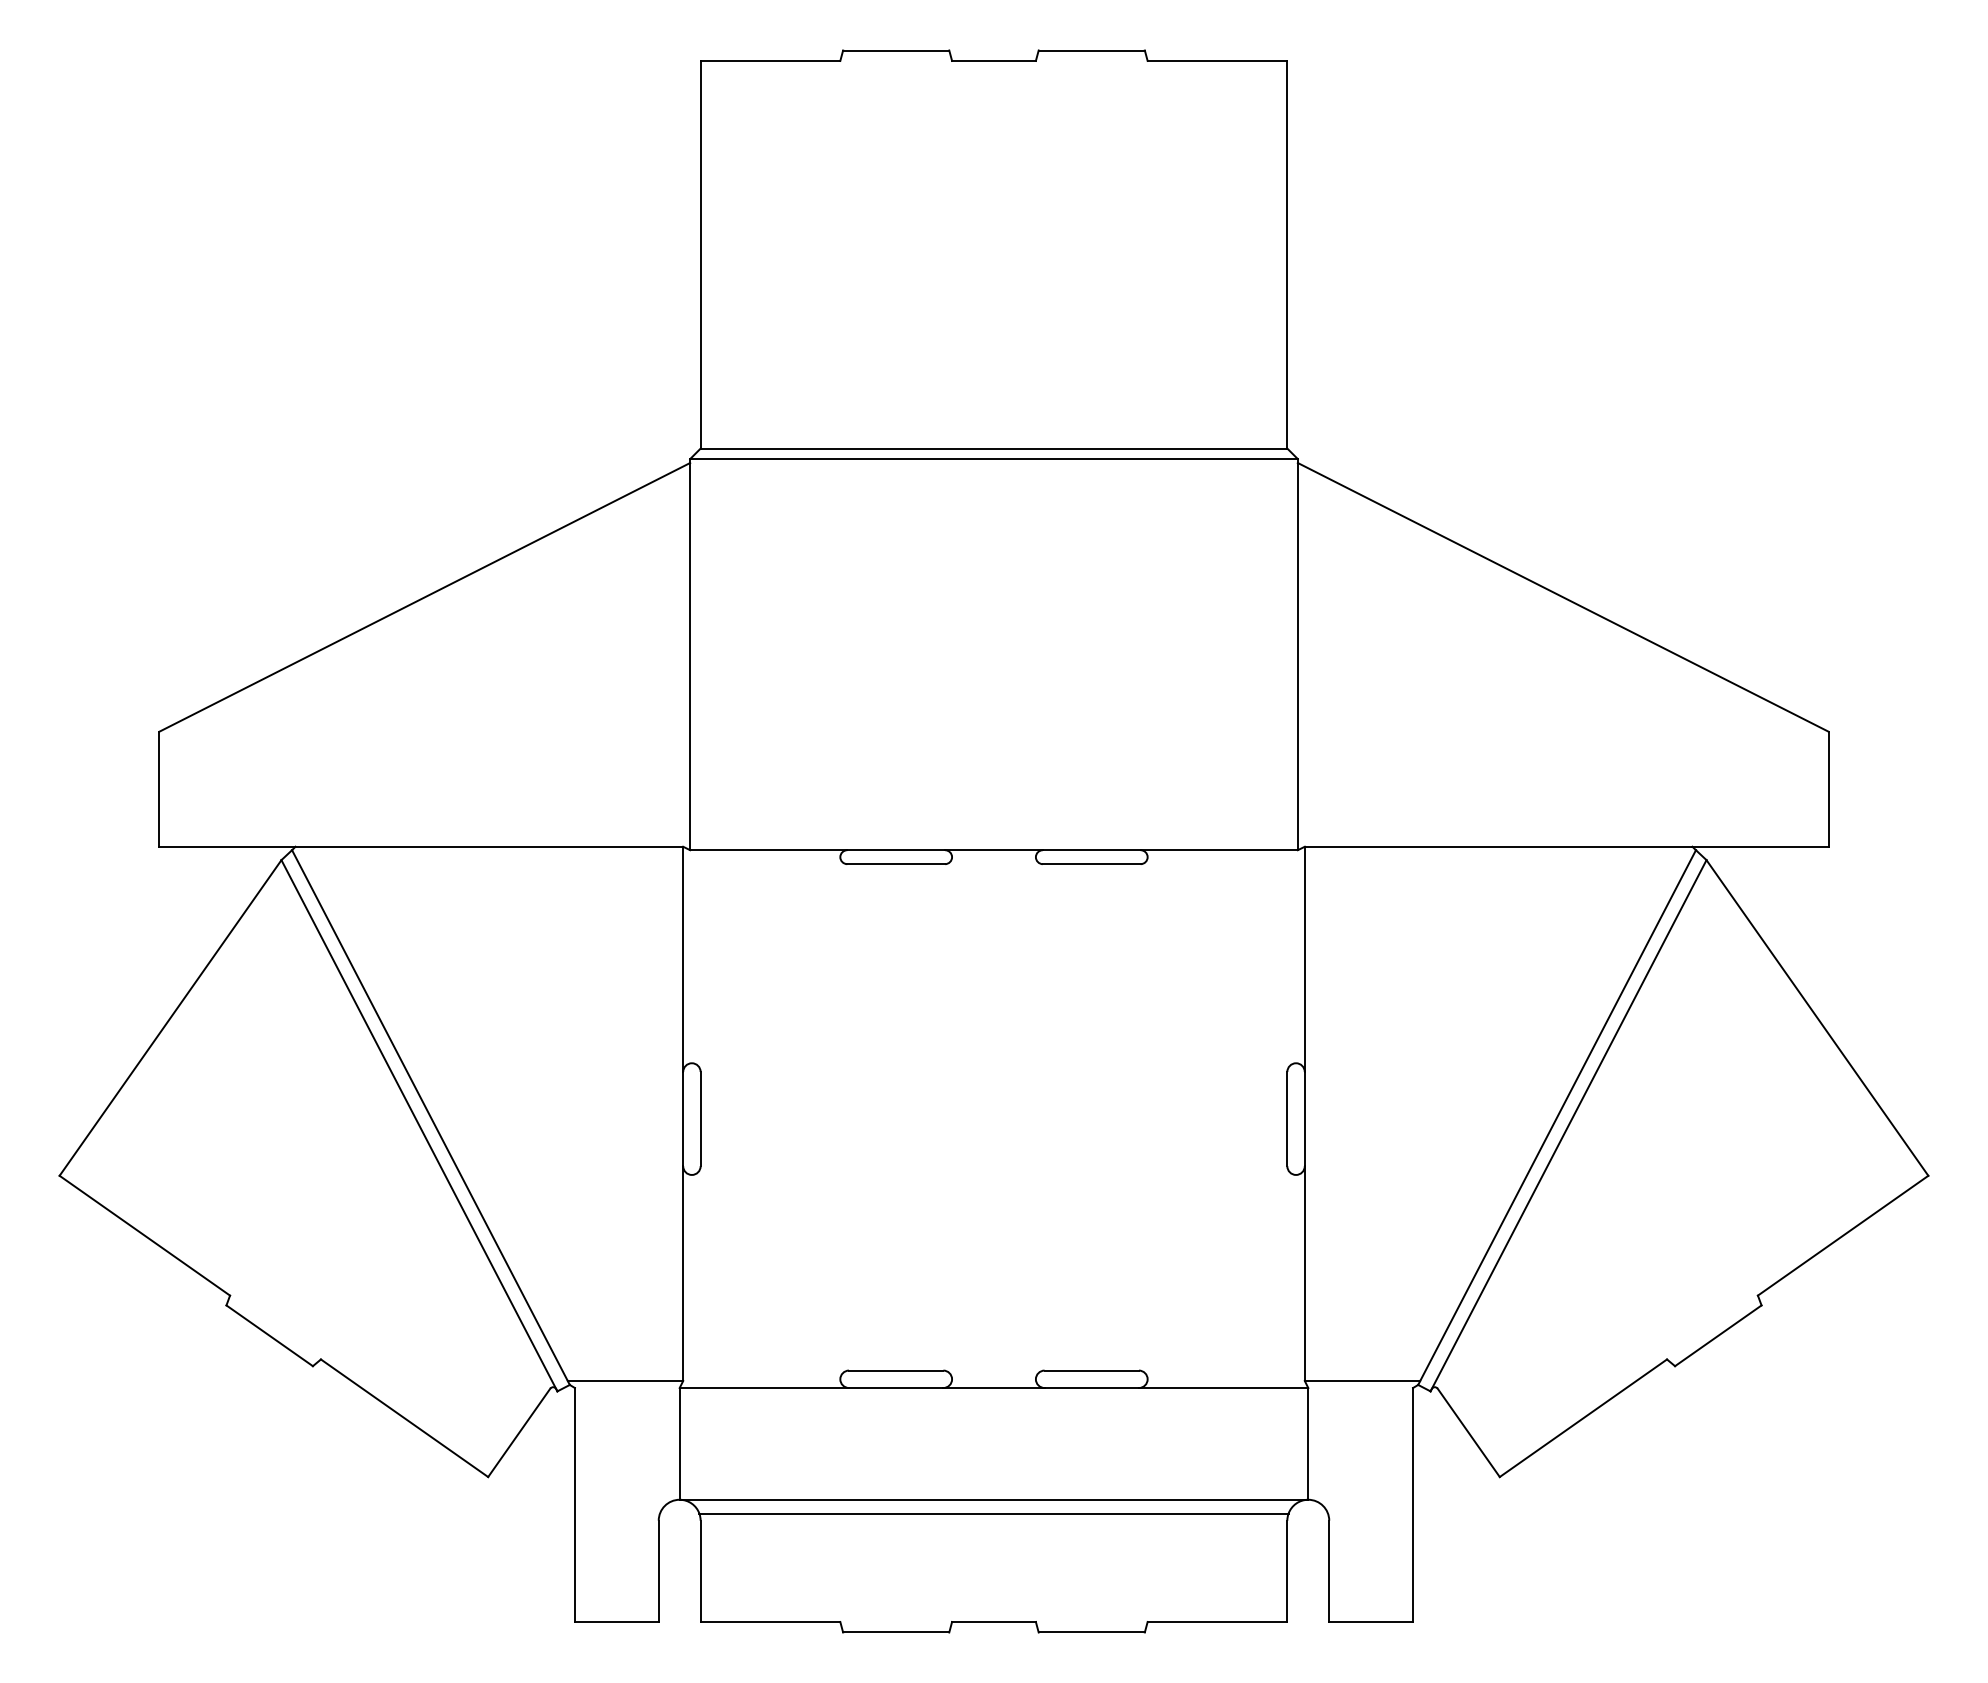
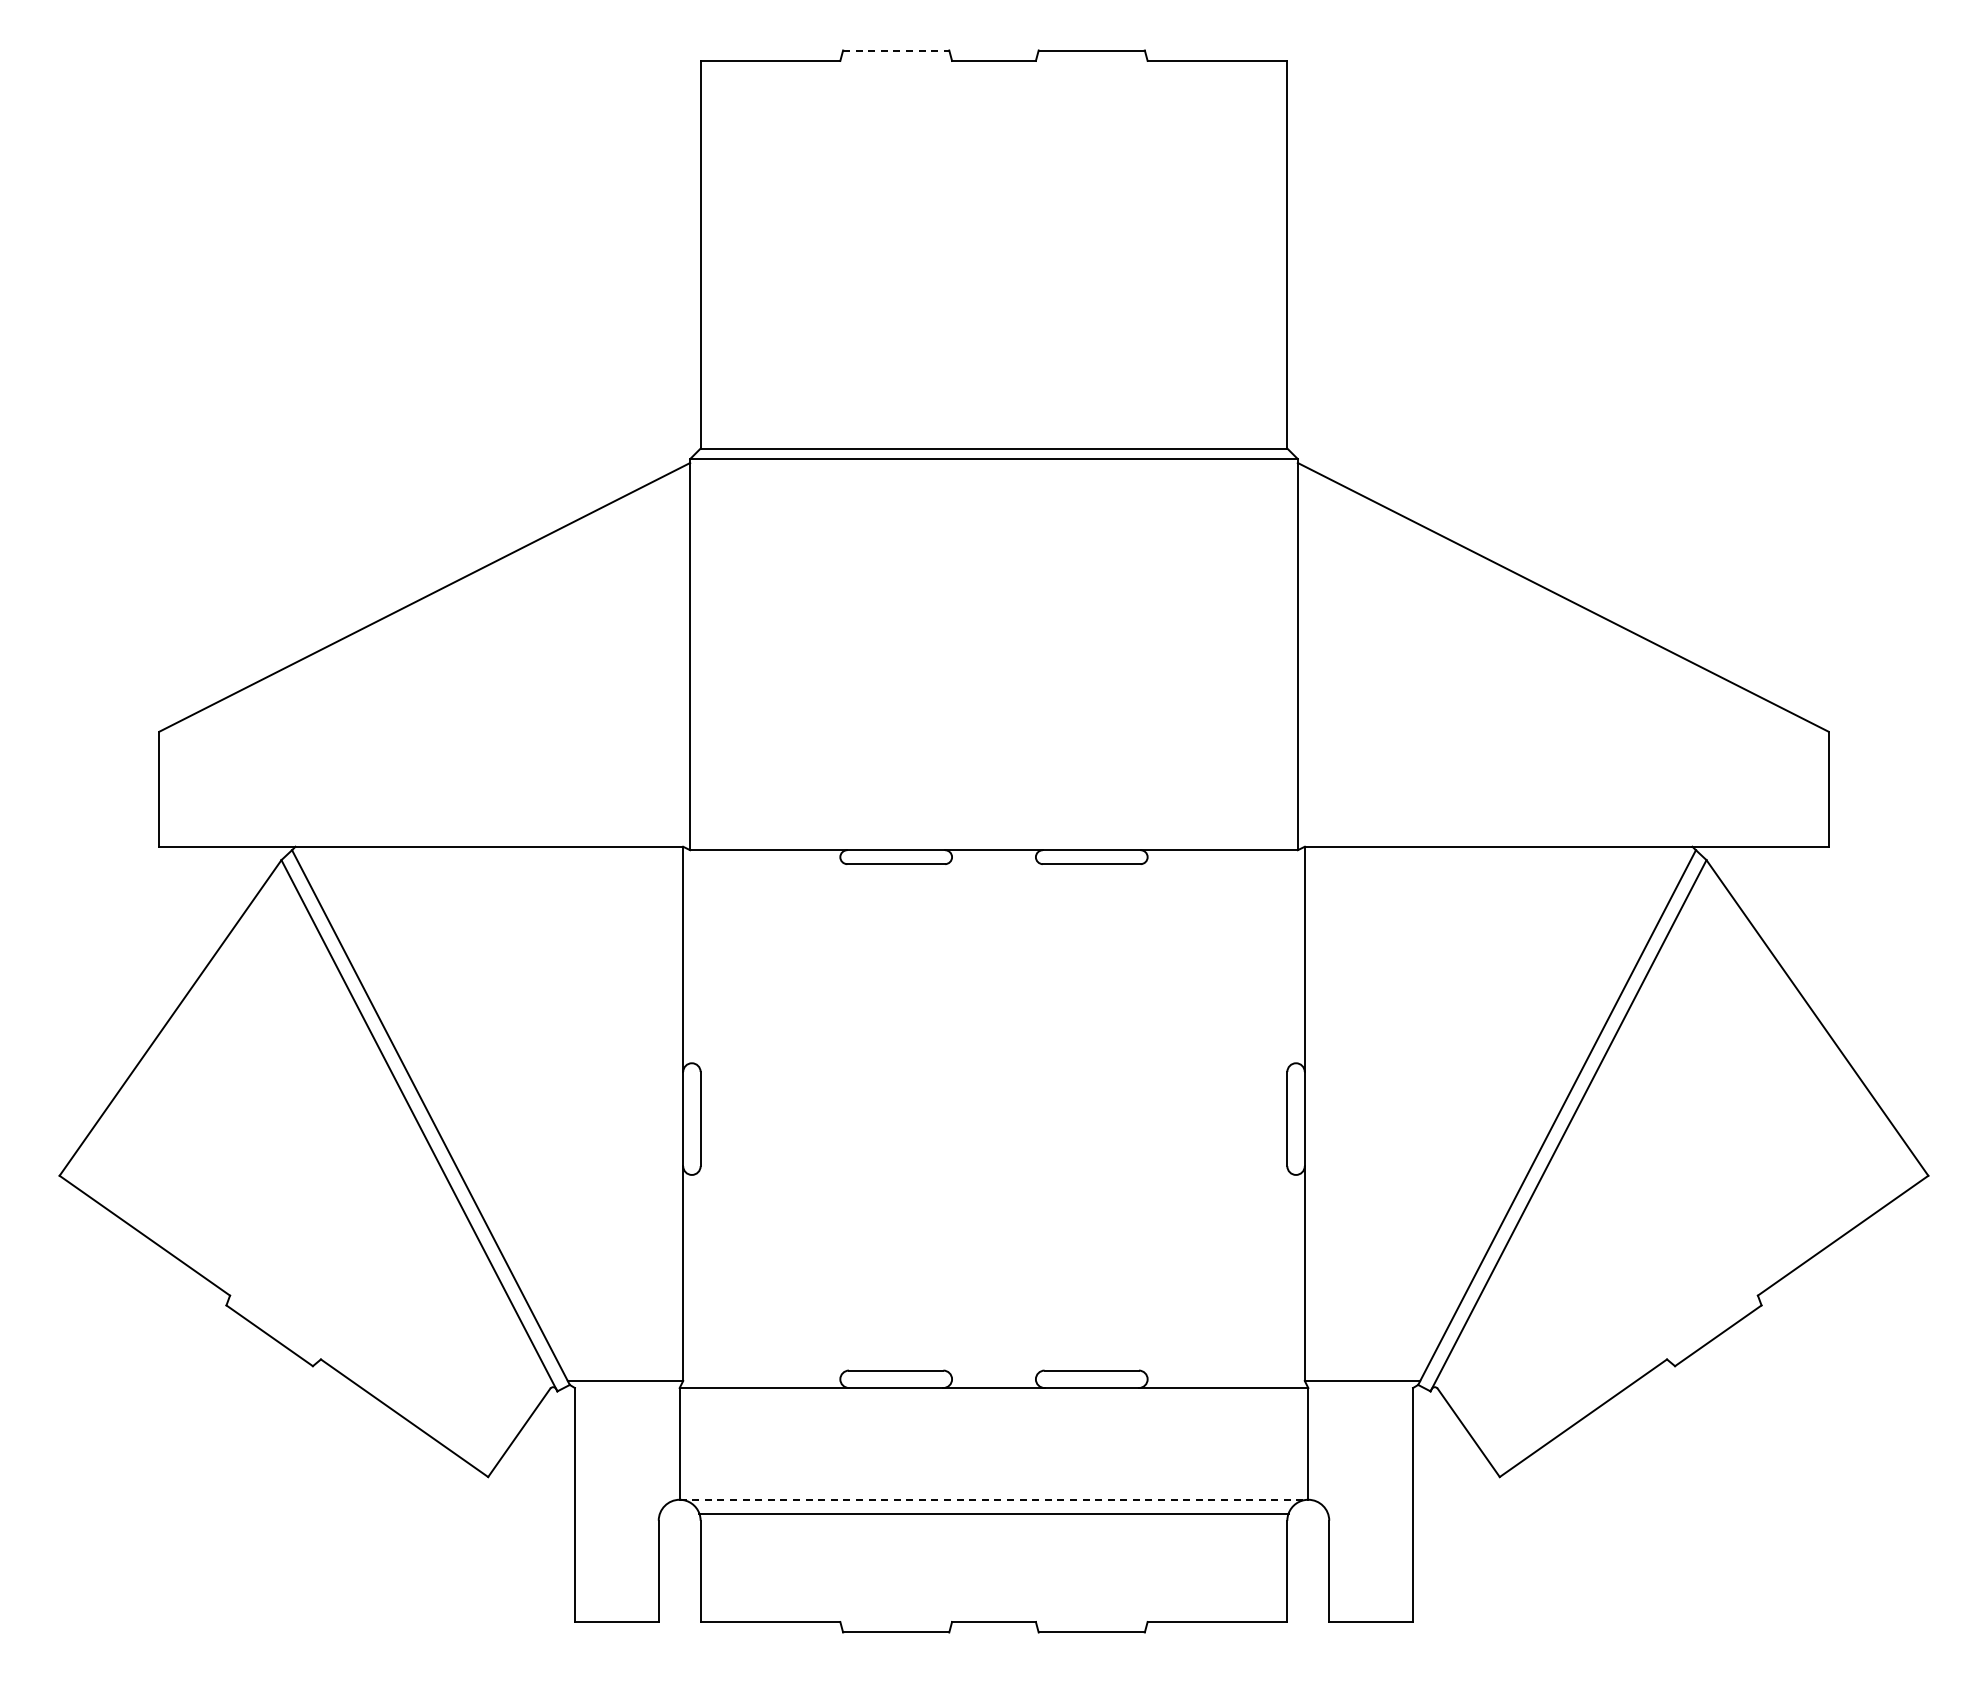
line at (896, 50): solid -> dashed
line at (994, 1499): solid -> dashed
